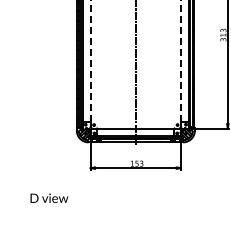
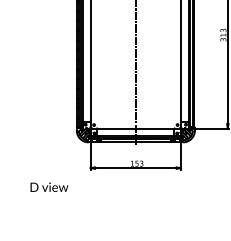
line at (90, 61): dashed -> solid
line at (181, 61): dashed -> solid
text at (49, 197) position: (49, 197) -> (49, 186)
